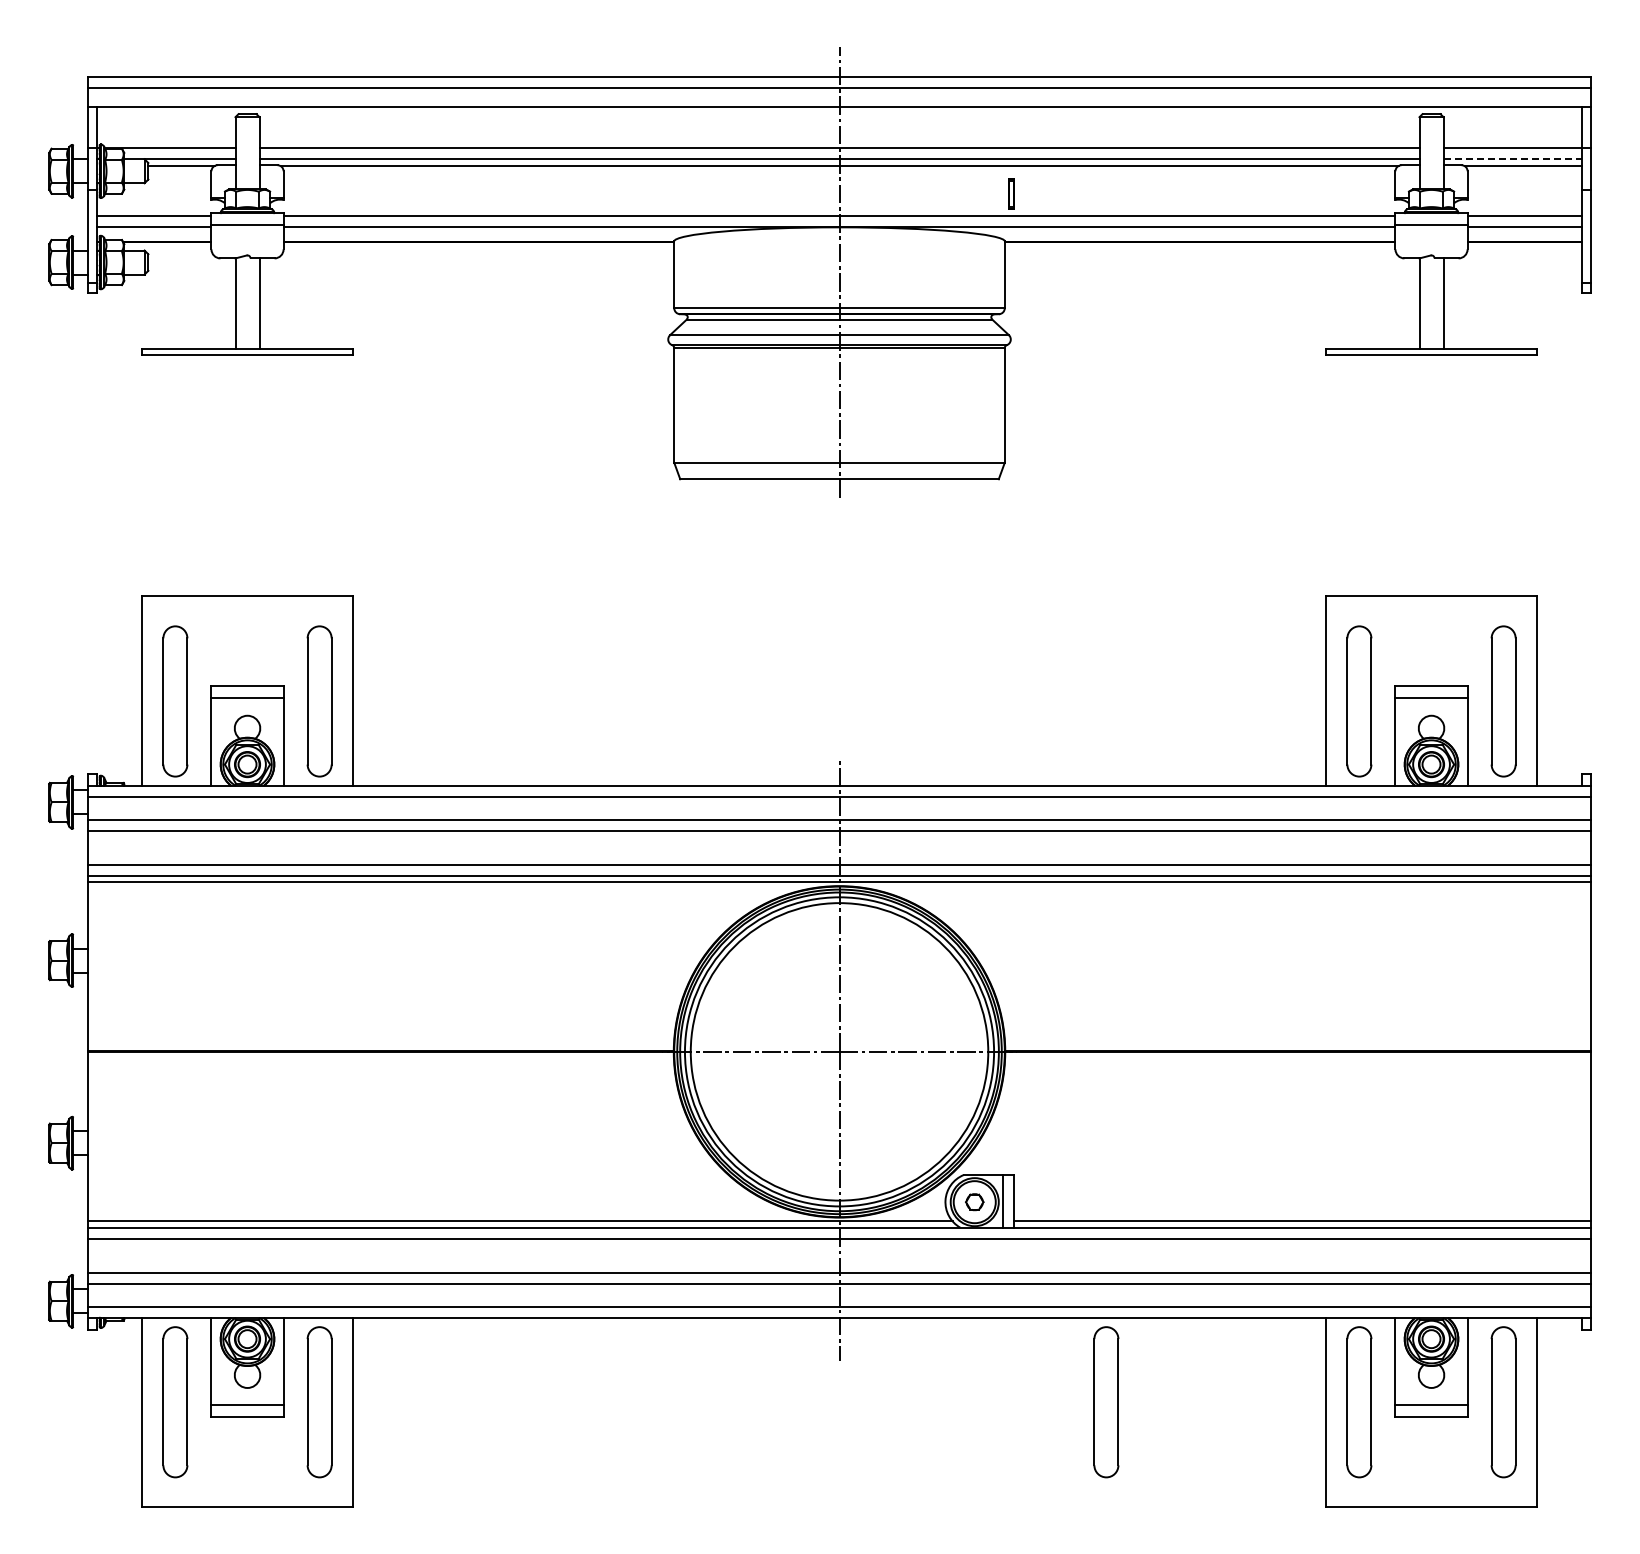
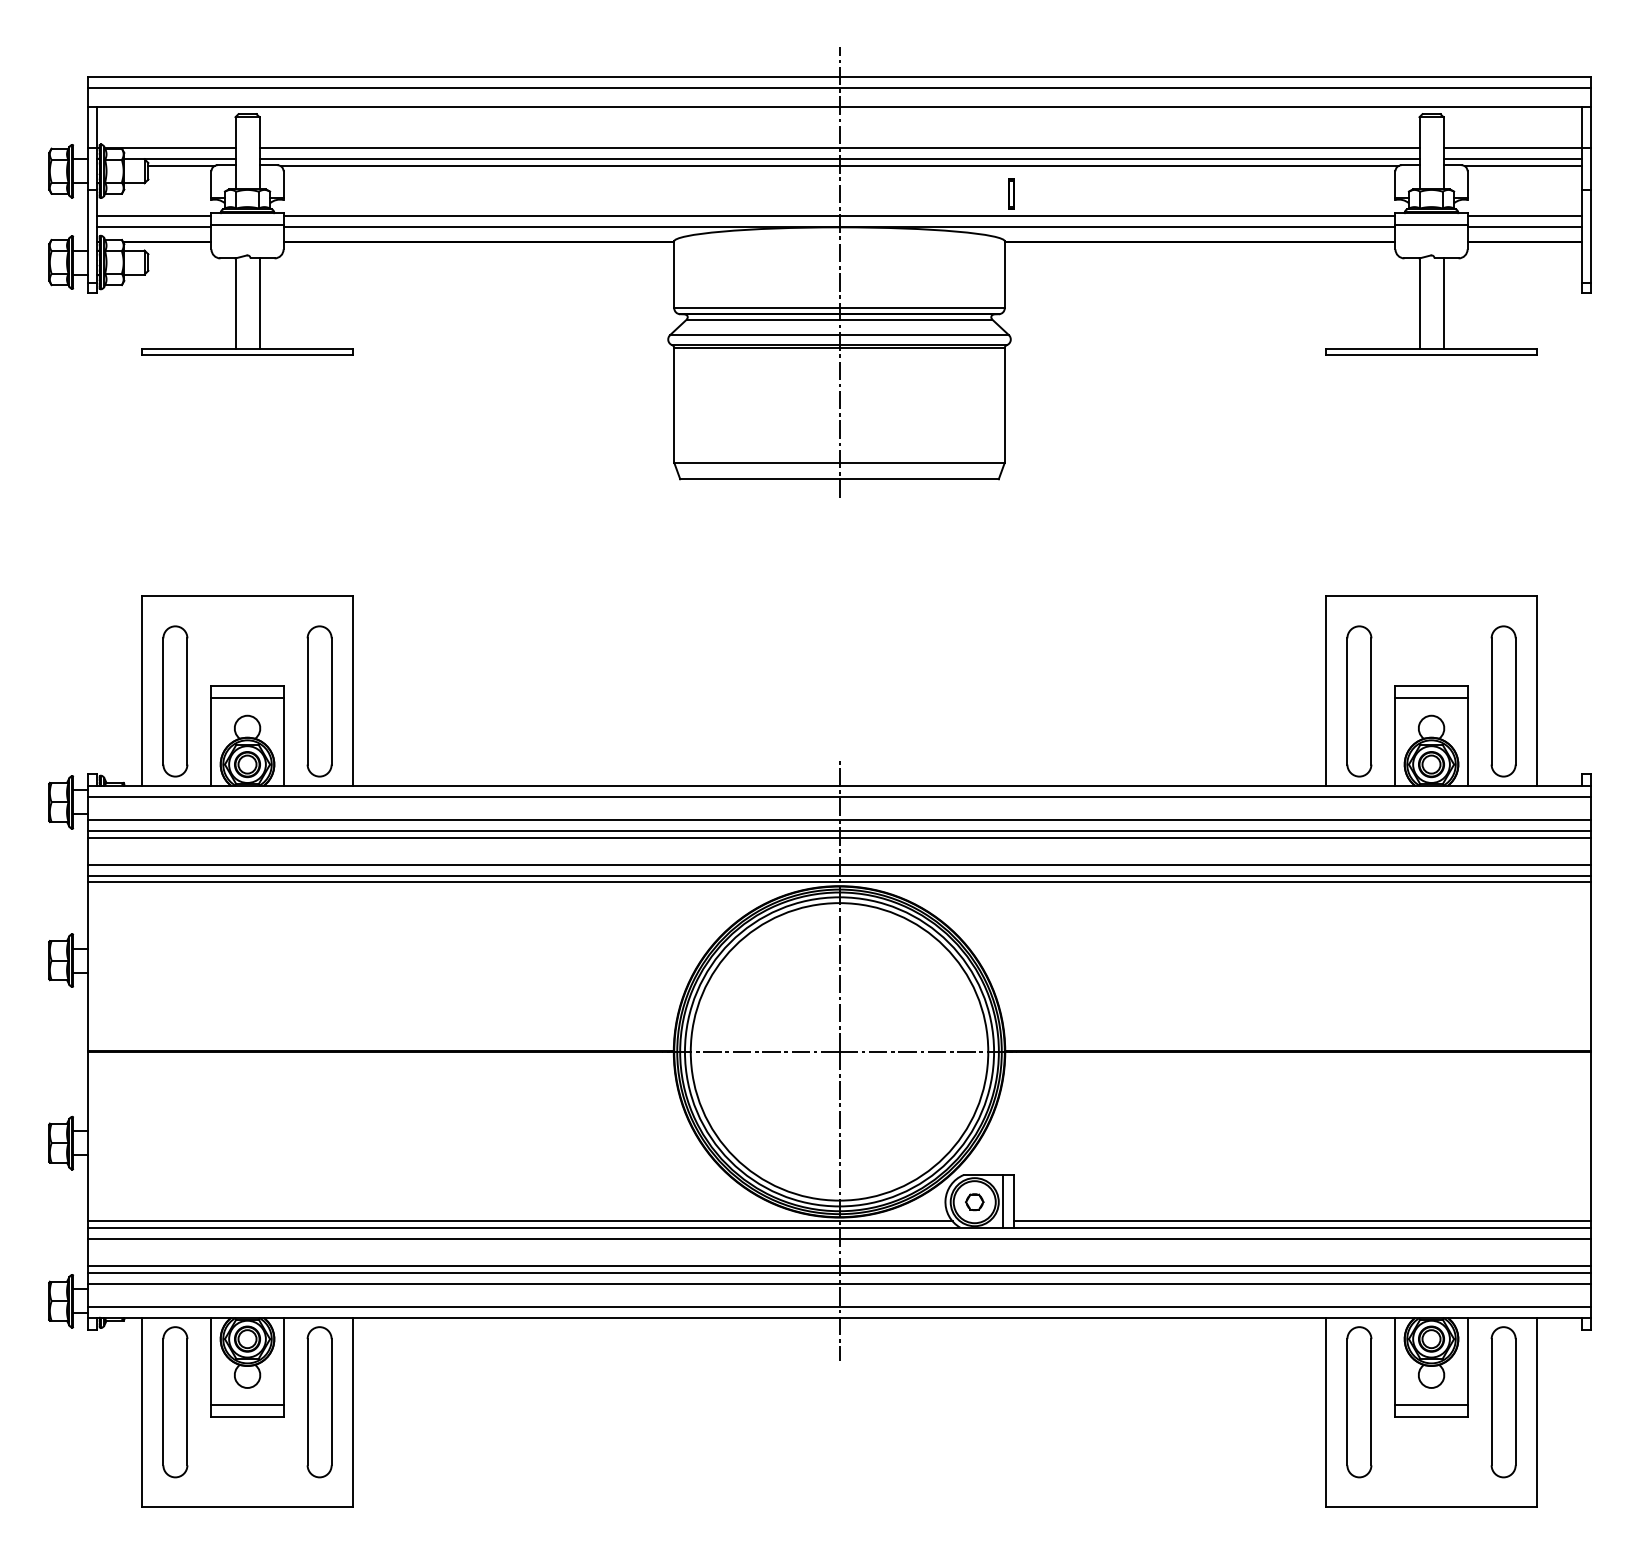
line at (1513, 159): dashed -> solid
line at (839, 837): none -> present
line at (839, 1265): none -> present
part at (1106, 1402): present -> none
